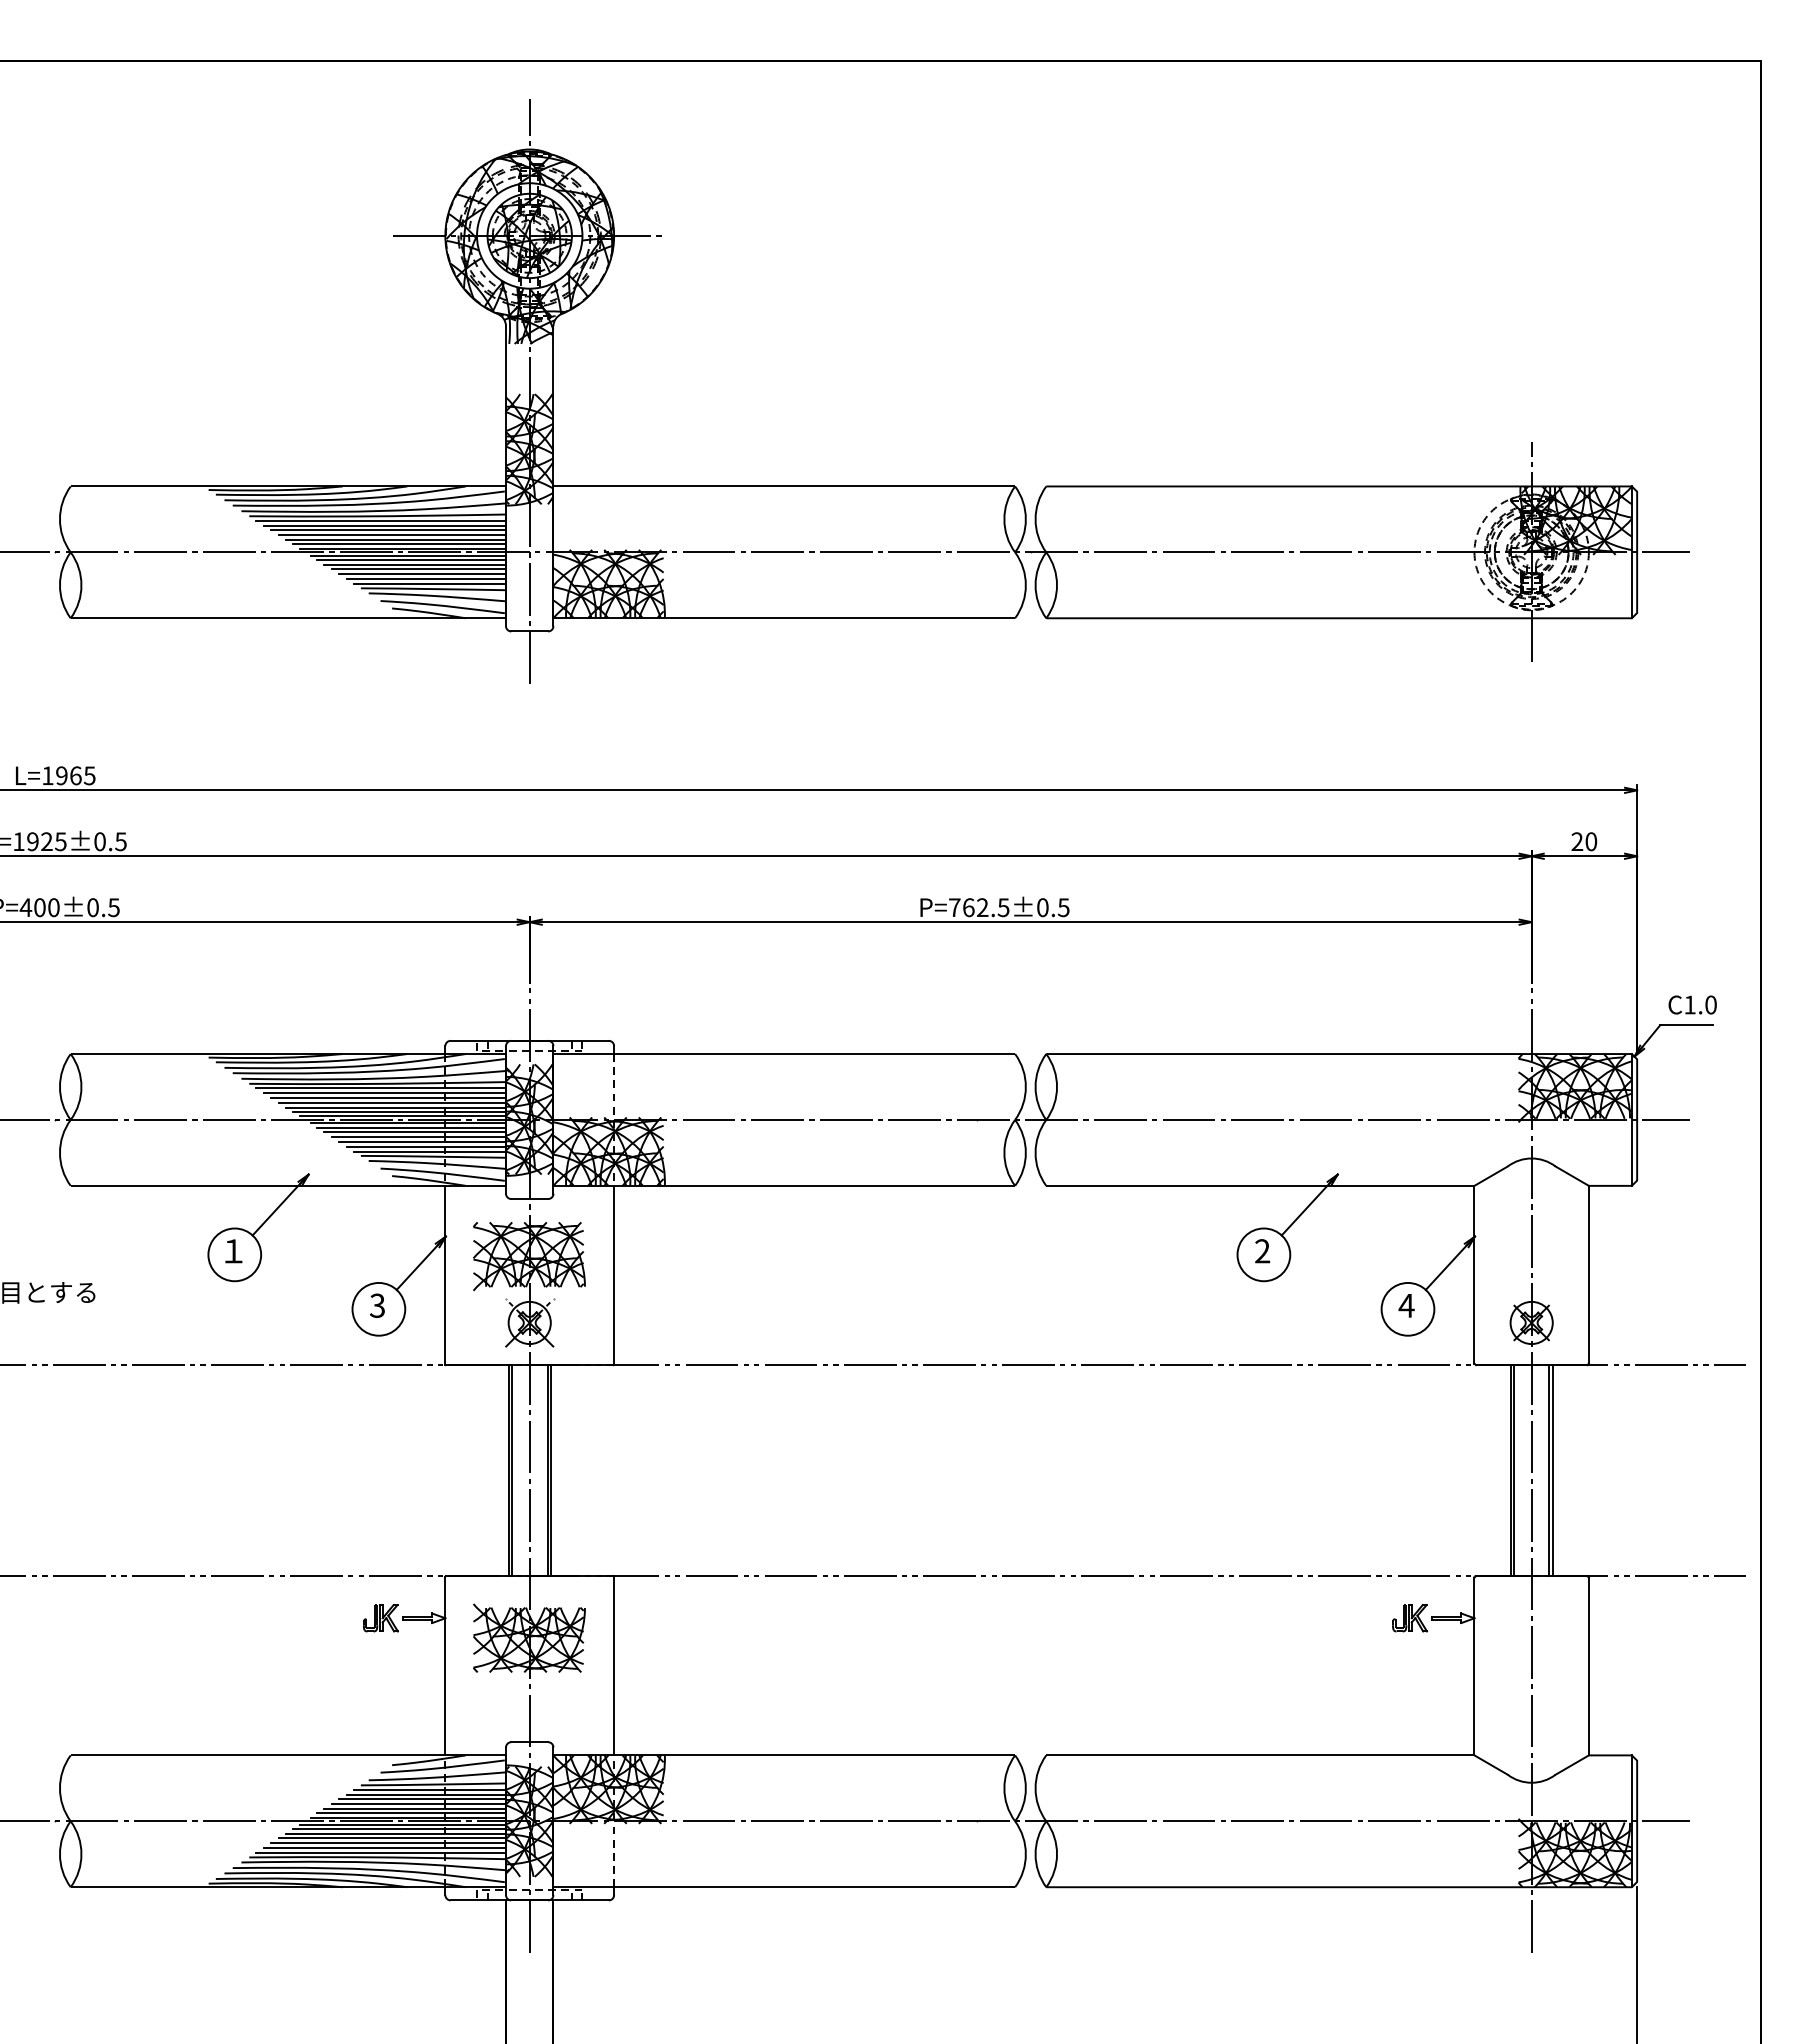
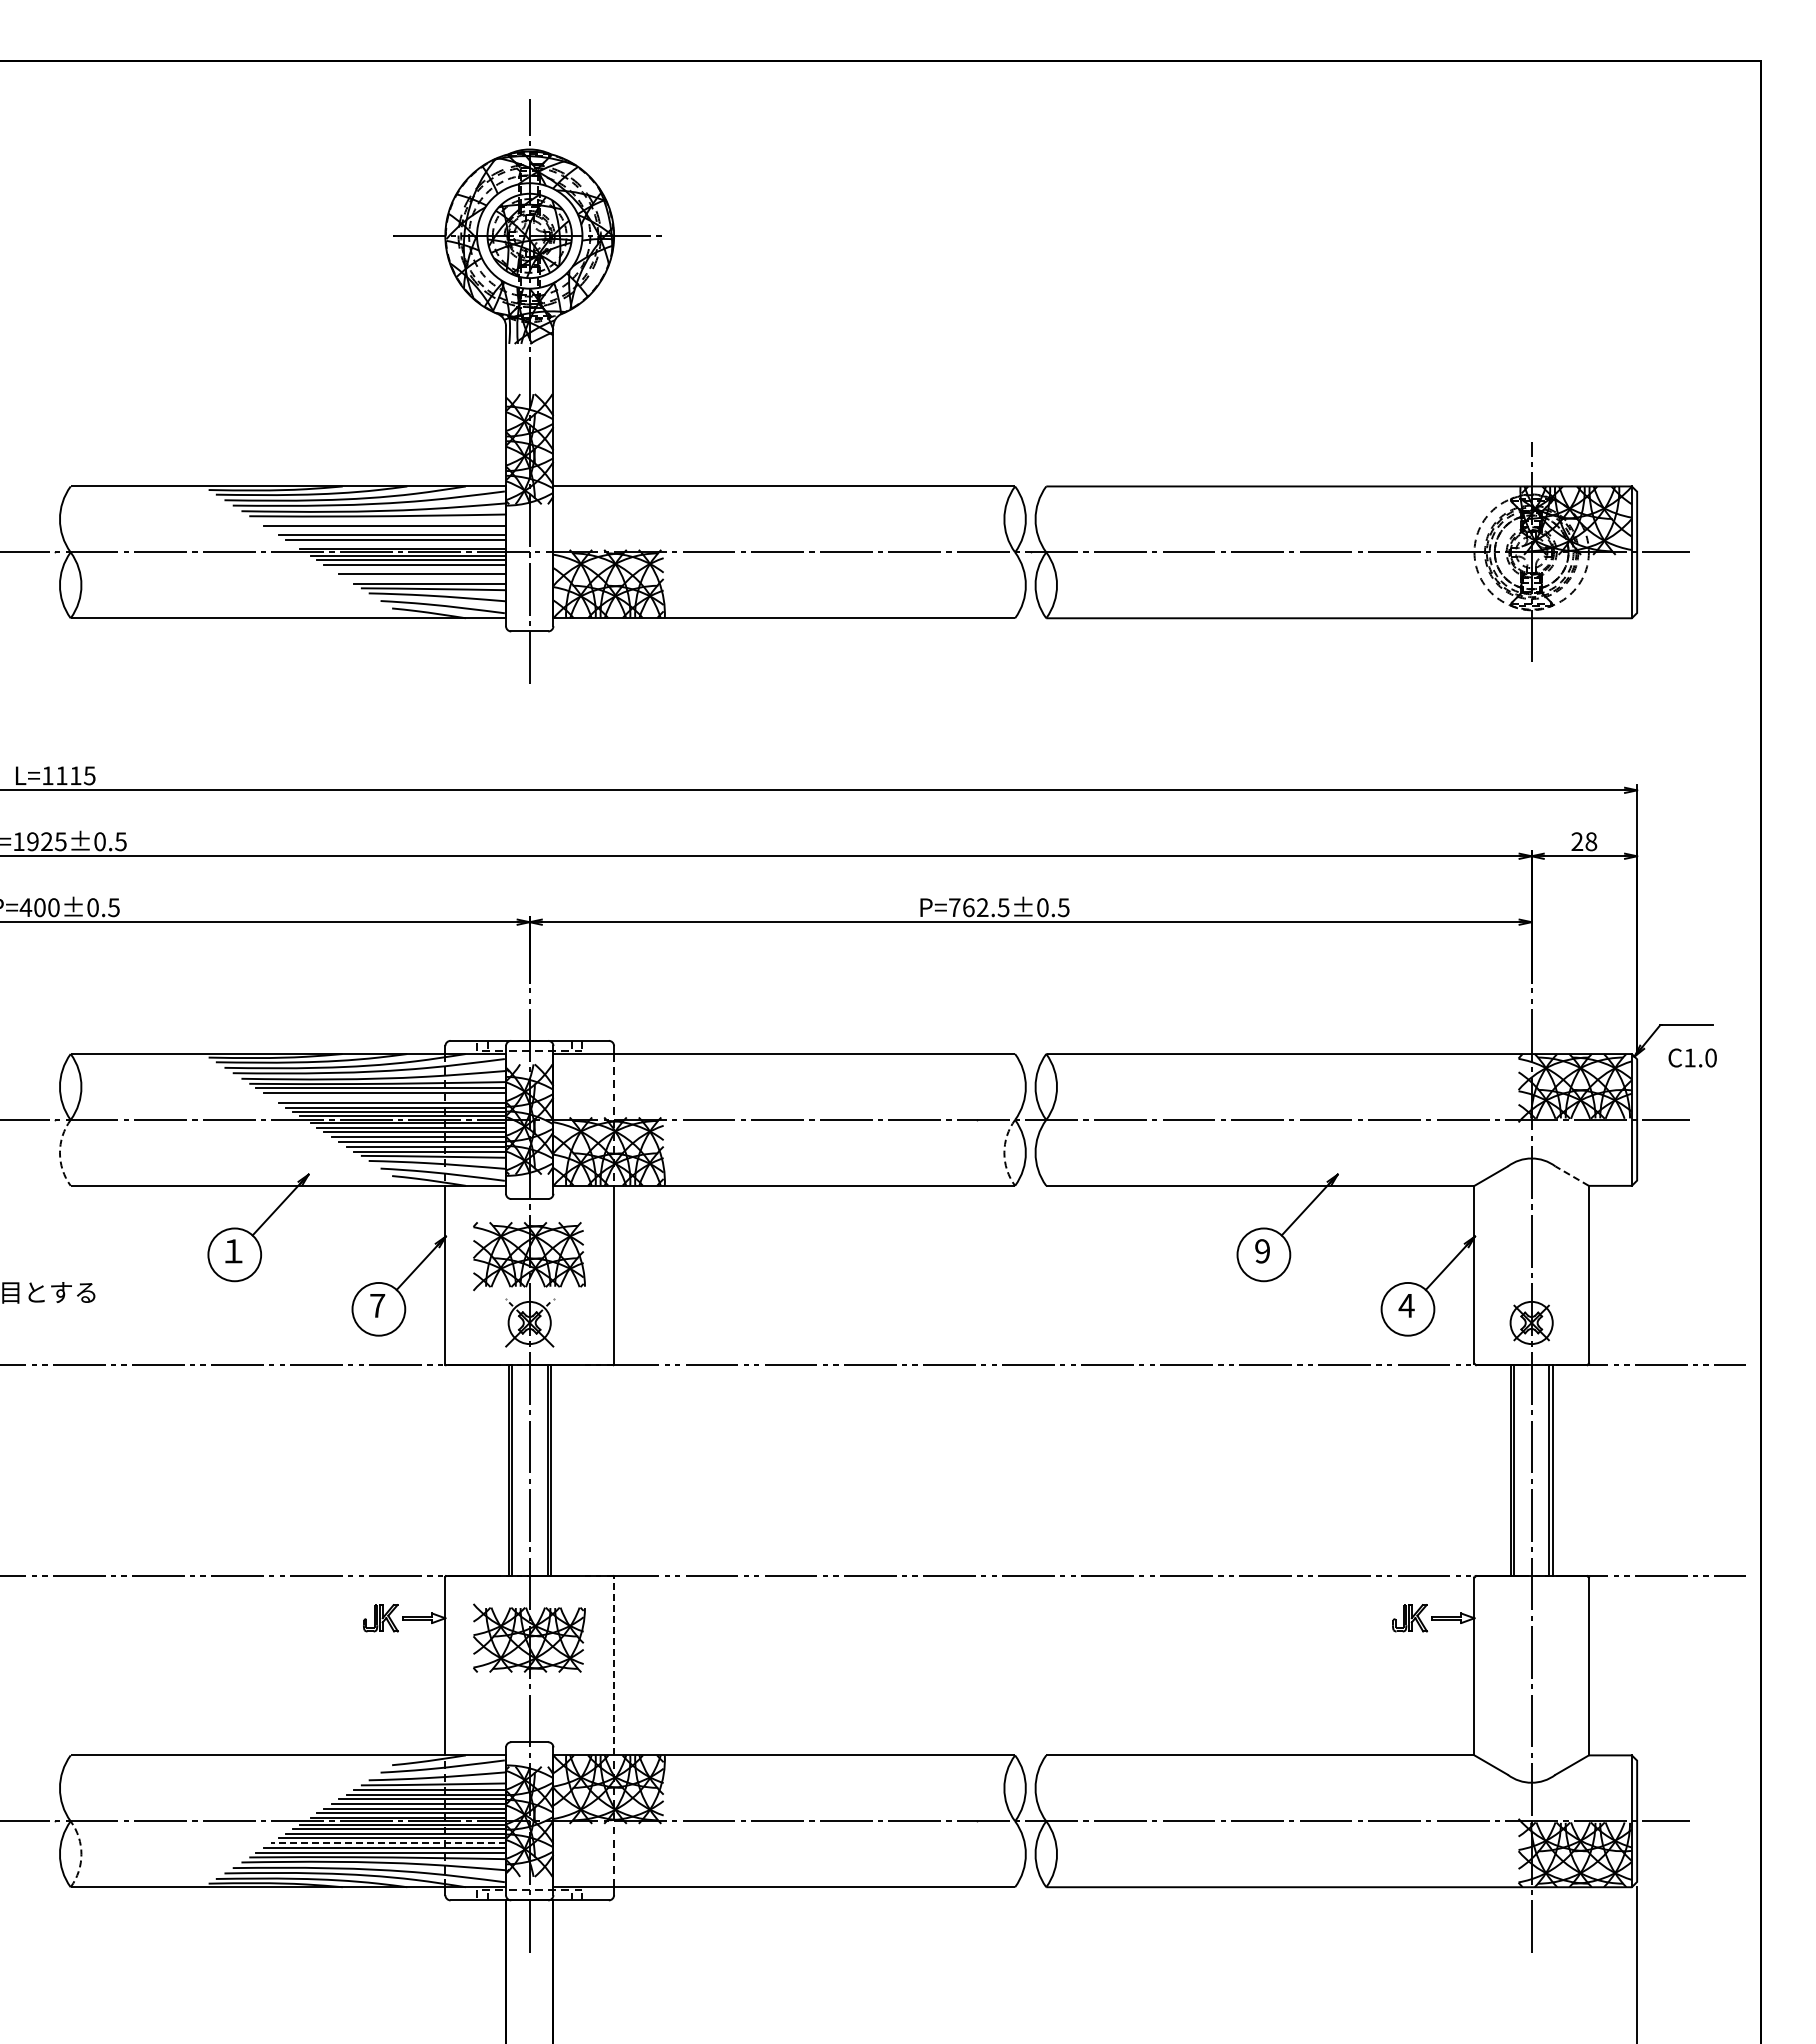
line at (381, 520): present -> none
line at (388, 530): present -> none
line at (399, 544): present -> none
line at (418, 569): present -> none
line at (426, 579): present -> none
text at (68, 775): L=1965 -> L=1115
text at (1591, 841): 20 -> 28
text at (1692, 1004) position: (1692, 1004) -> (1692, 1057)
line at (388, 1098): present -> none
arc at (59, 1152): solid -> dashed
arc at (1004, 1152): solid -> dashed
line at (1571, 1175): solid -> dashed
text at (1262, 1251): 2 -> 9
text at (377, 1305): 3 -> 7
line at (614, 1665): solid -> dashed
line at (388, 1843): solid -> dashed
arc at (81, 1854): solid -> dashed
